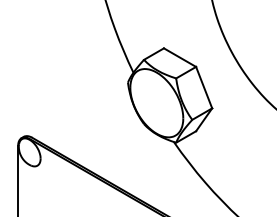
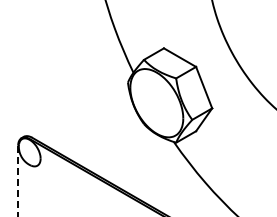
line at (18, 181): solid -> dashed
